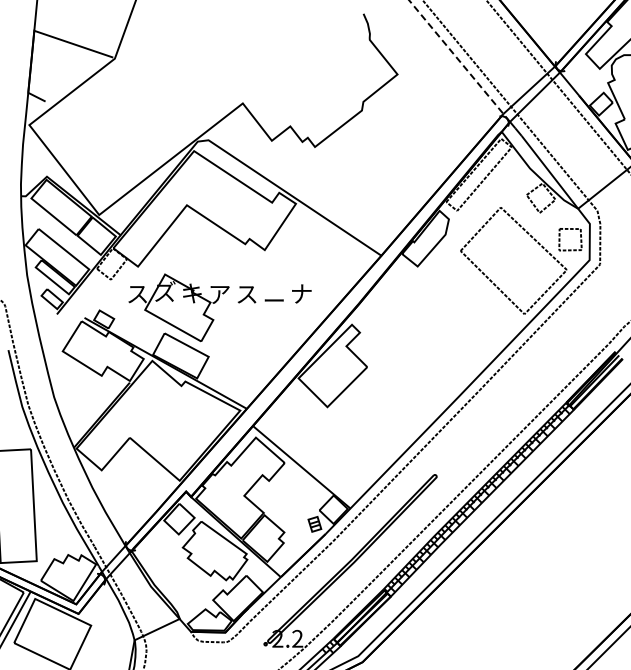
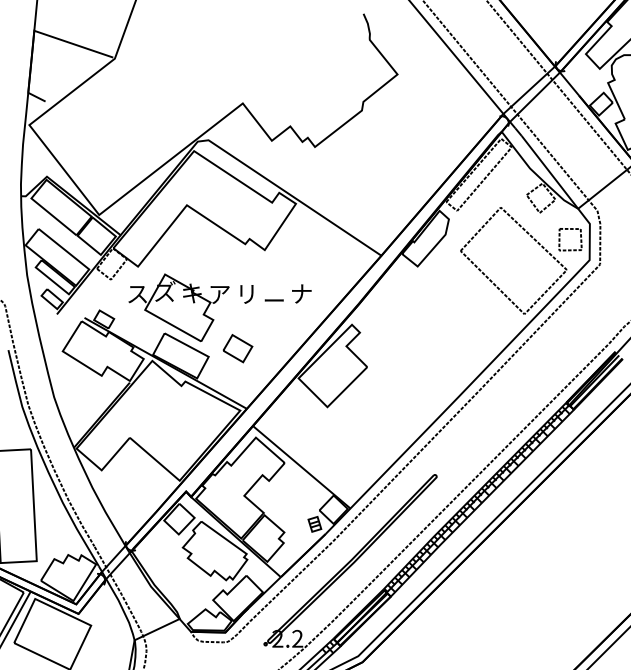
line at (460, 61): dashed -> solid
text at (246, 294): ス -> リ
part at (237, 348): none -> present
